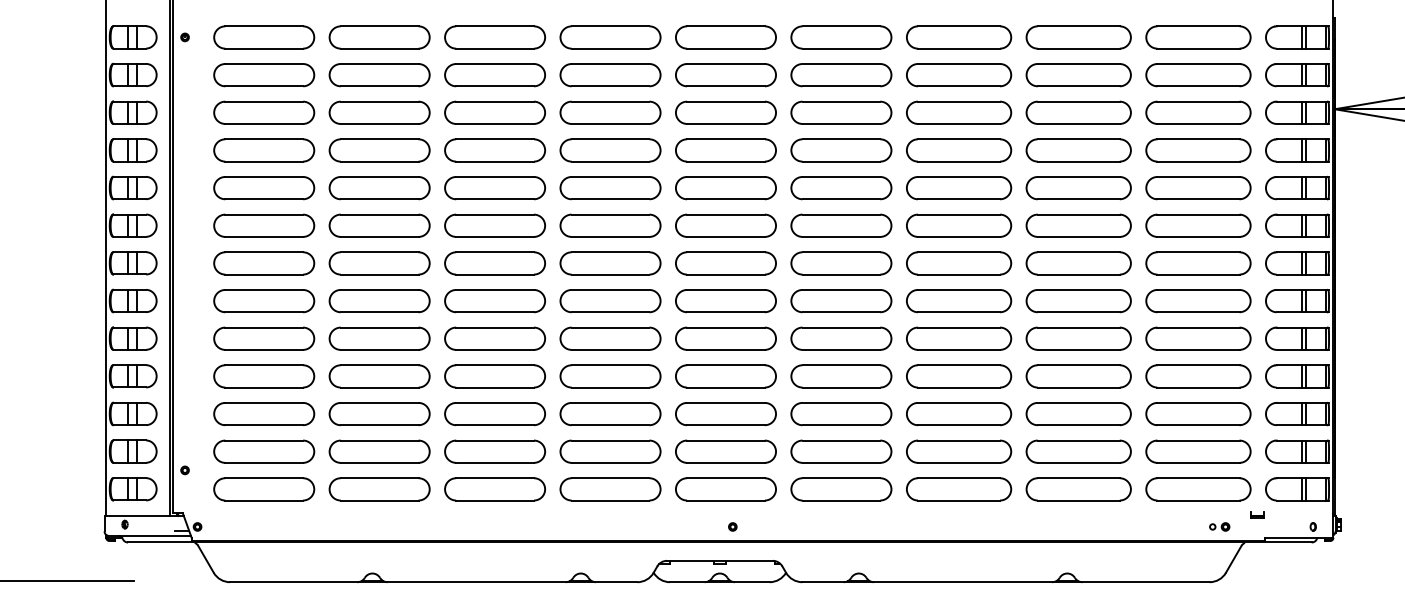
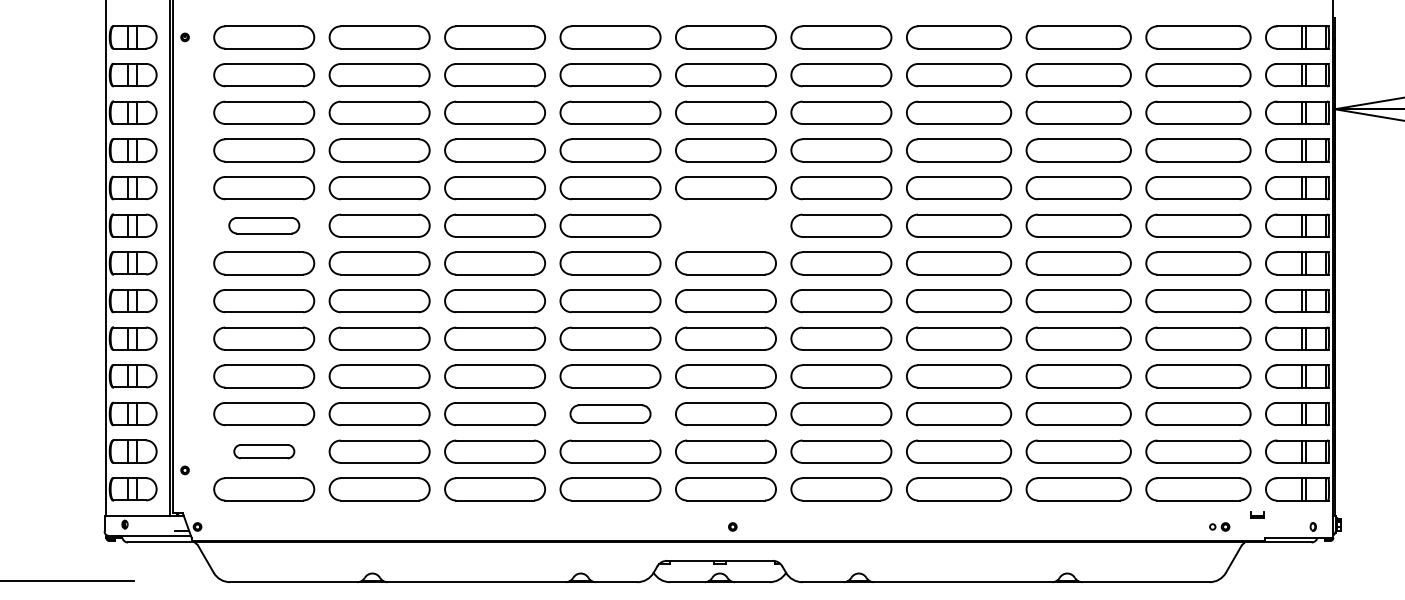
part at (264, 225) size: 103x25 px -> 73x18 px
part at (725, 225): present -> none
part at (610, 414) size: 103x25 px -> 83x20 px
part at (264, 451) size: 103x25 px -> 63x16 px
